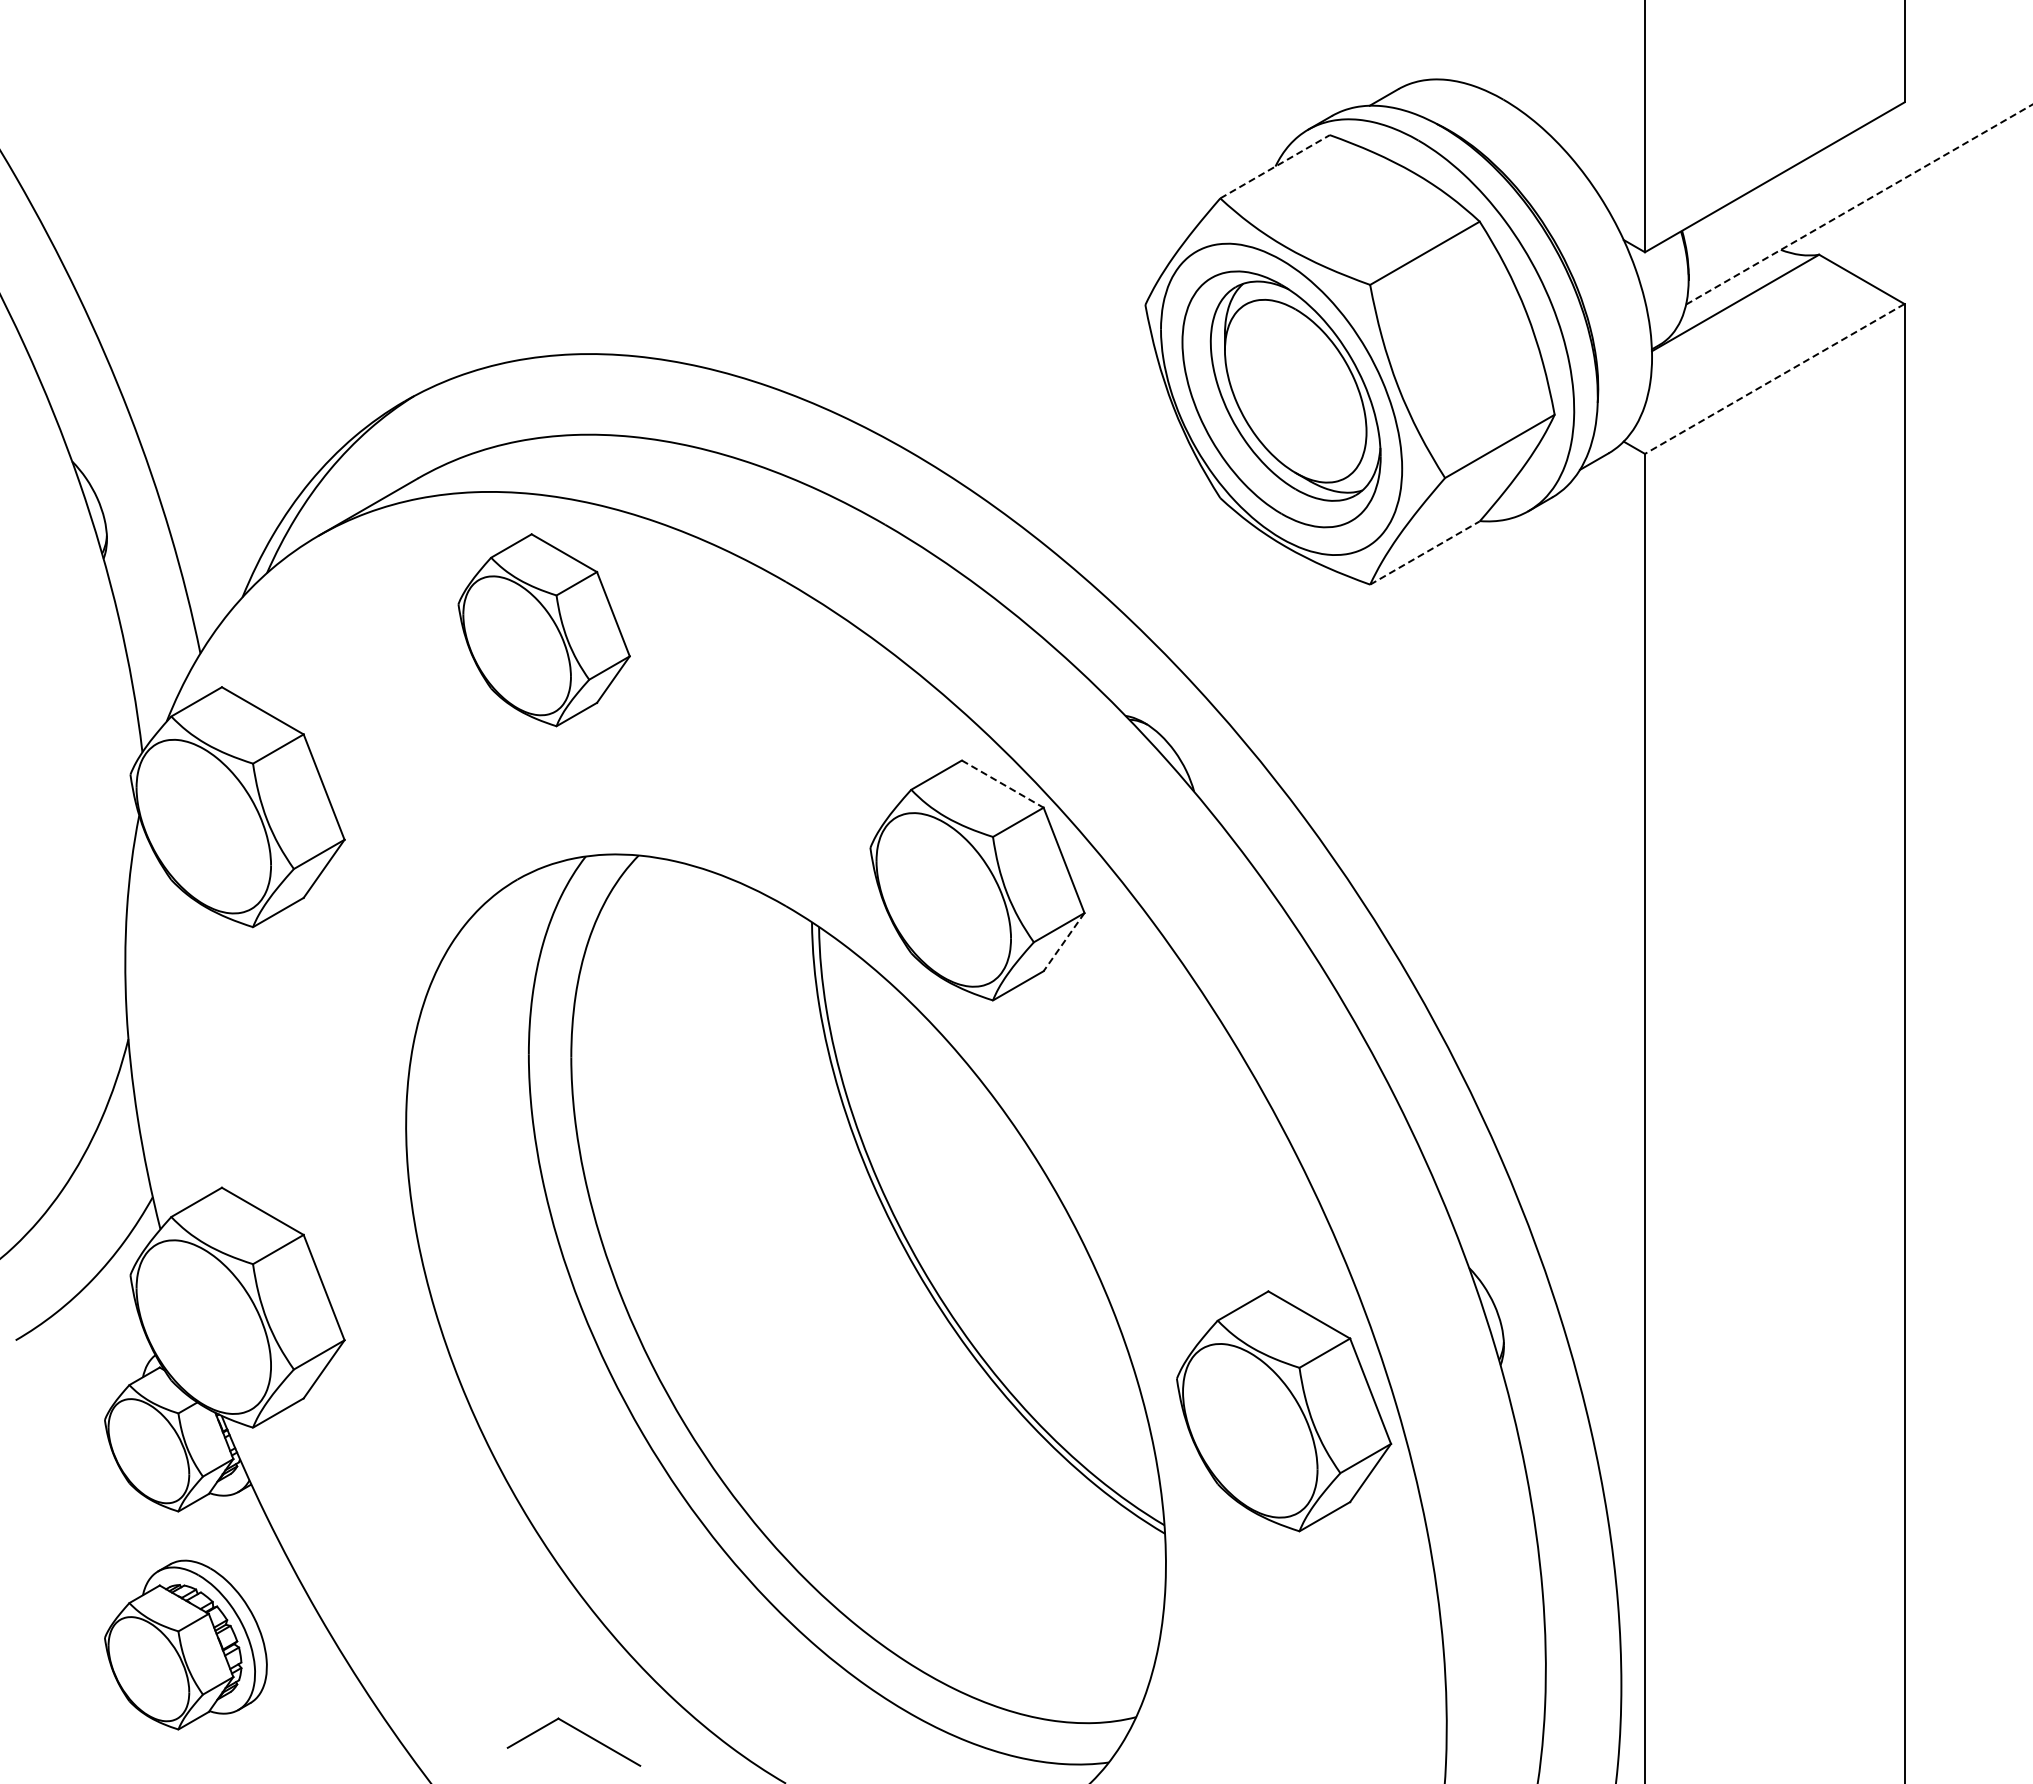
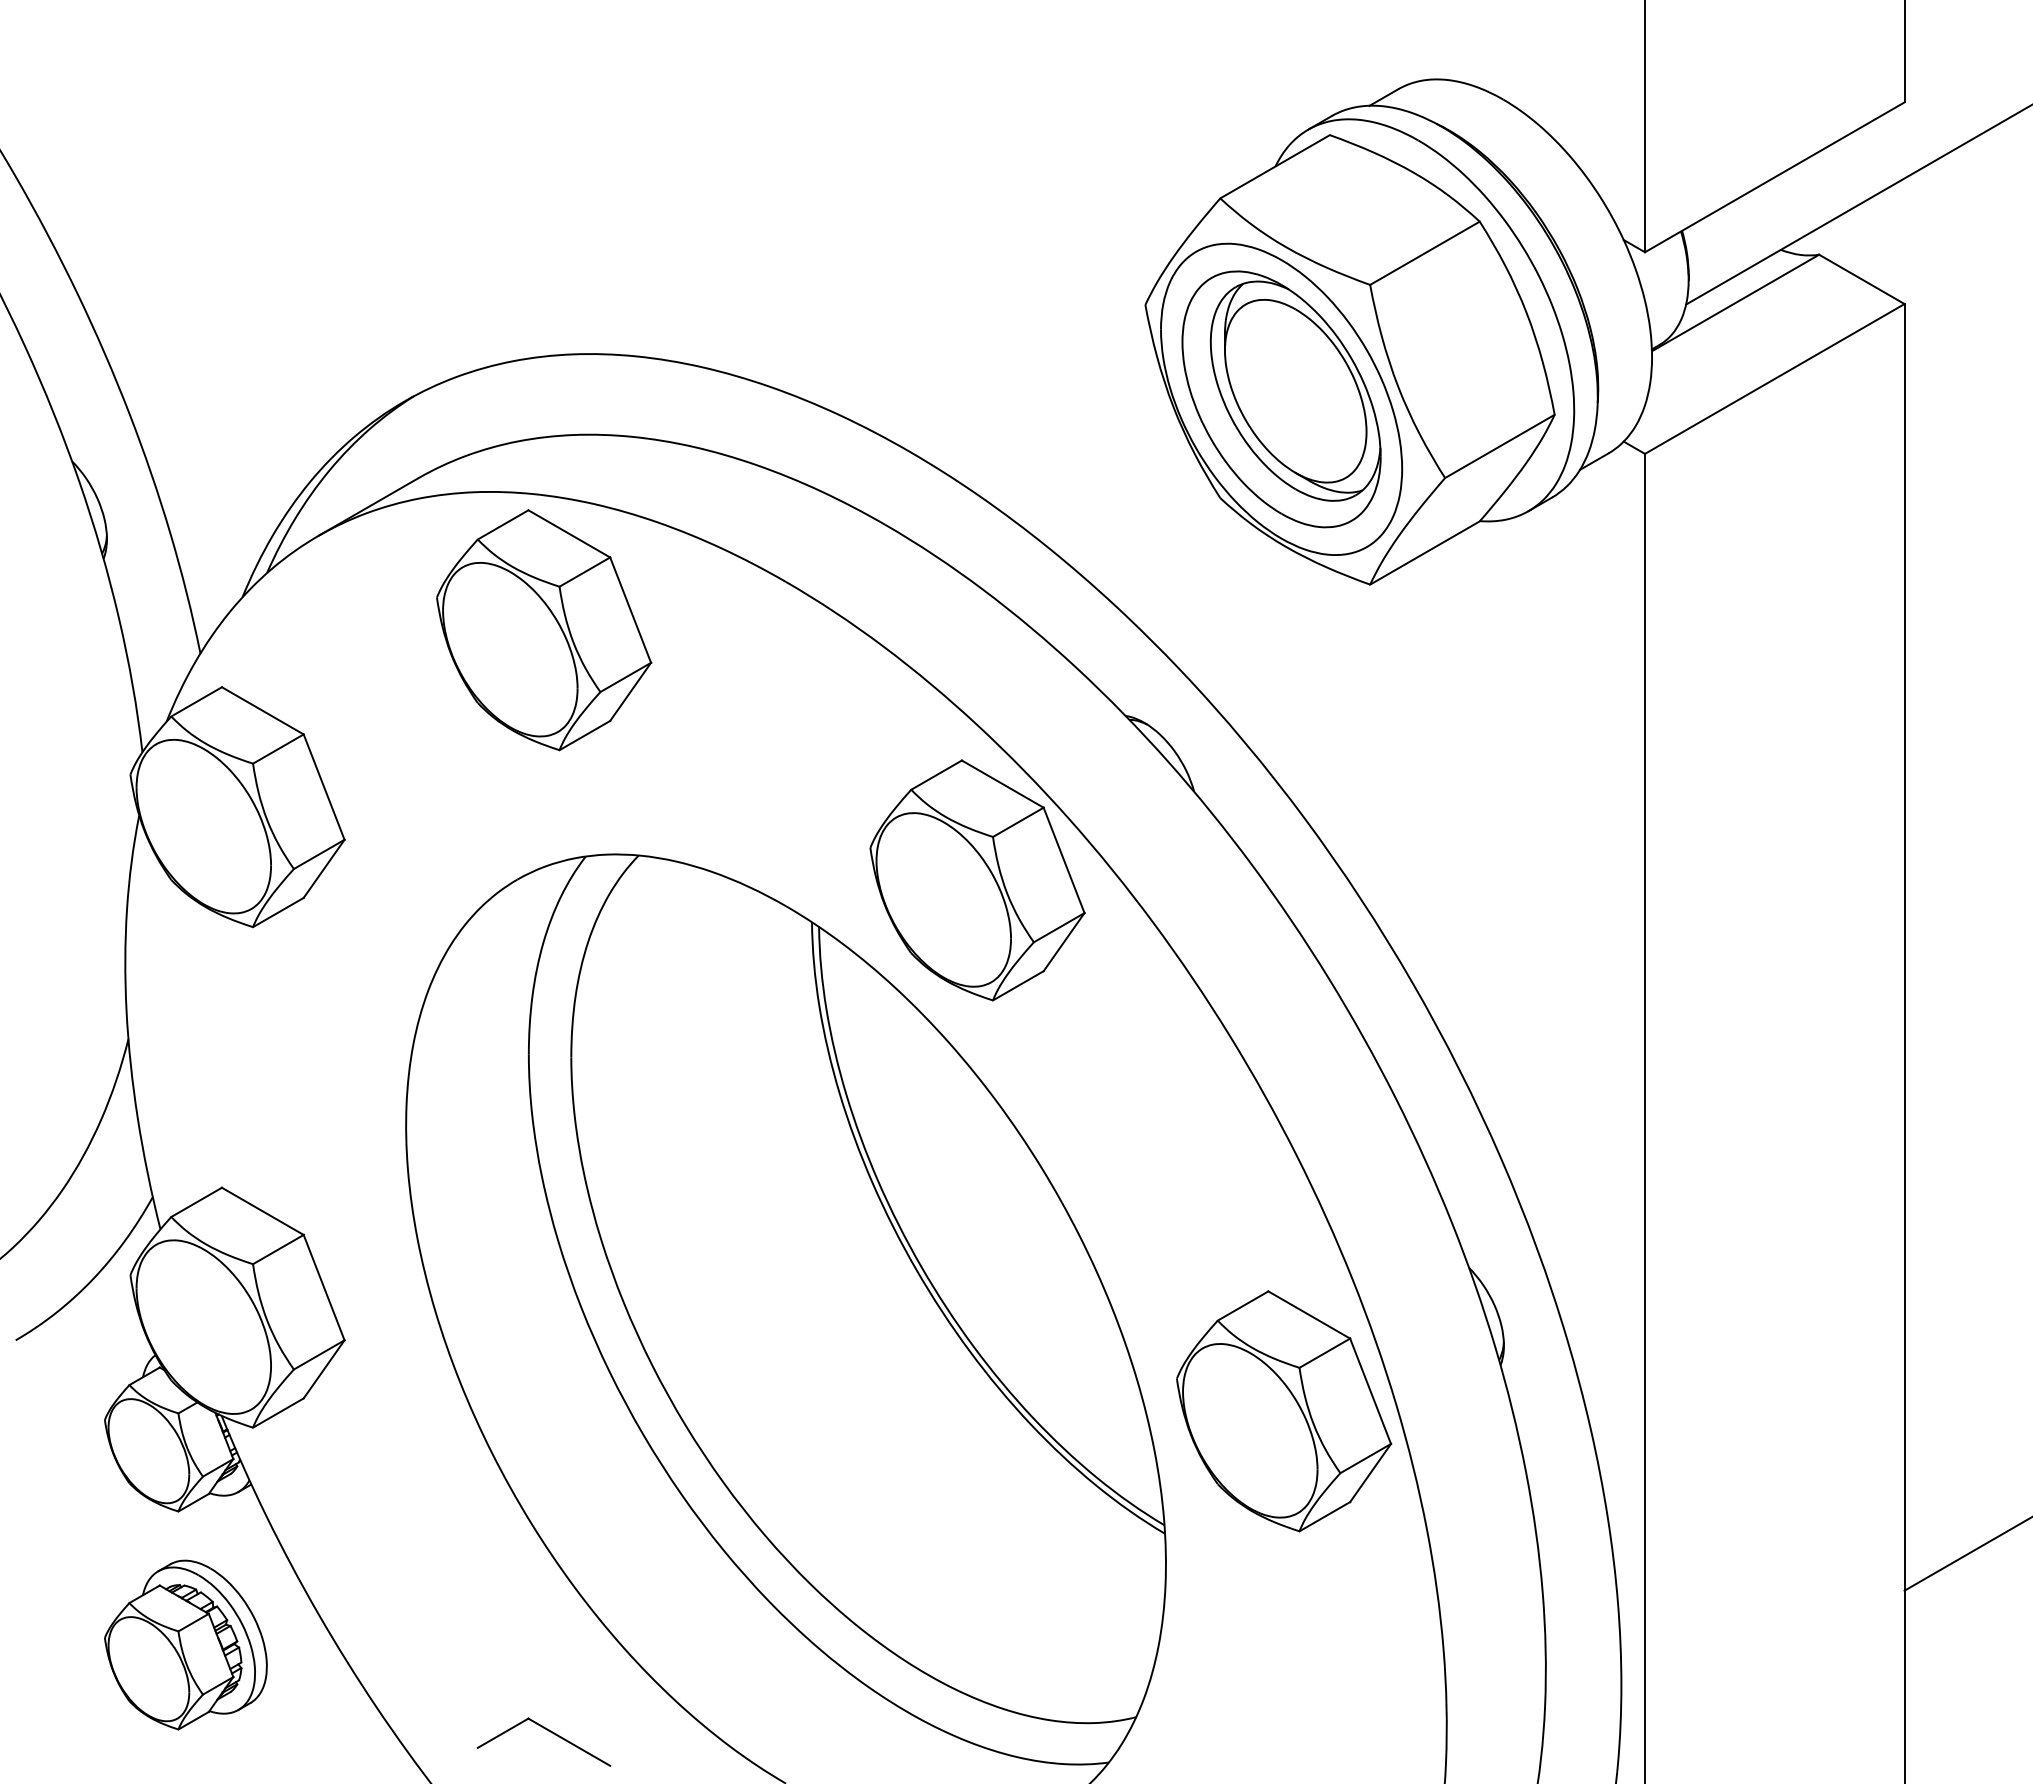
line at (1275, 166): dashed -> solid
line at (1859, 204): dashed -> solid
line at (1774, 378): dashed -> solid
line at (1425, 552): dashed -> solid
part at (543, 630) size: 174x195 px -> 217x243 px
line at (1003, 784): dashed -> solid
line at (1064, 942): dashed -> solid
line at (1966, 1554): none -> present
part at (578, 1731) position: (578, 1731) -> (548, 1731)
